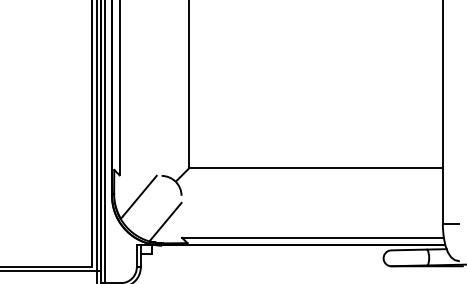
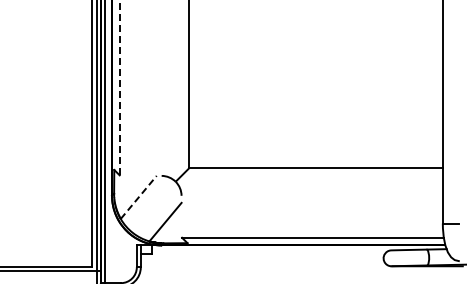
line at (119, 87): solid -> dashed
line at (139, 197): solid -> dashed
